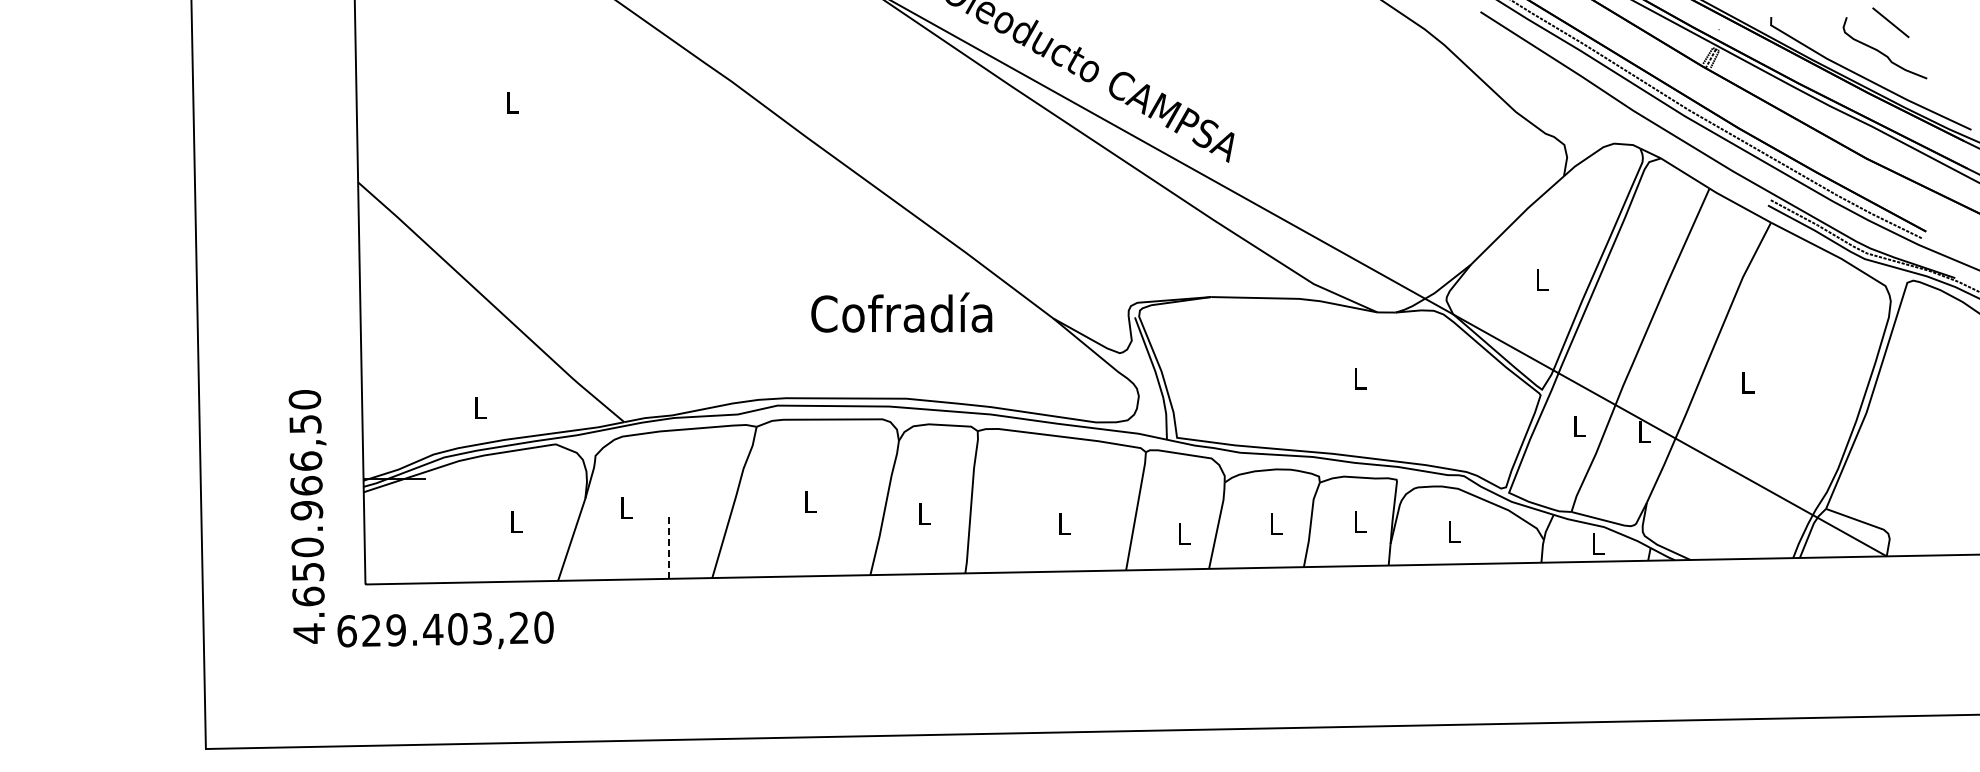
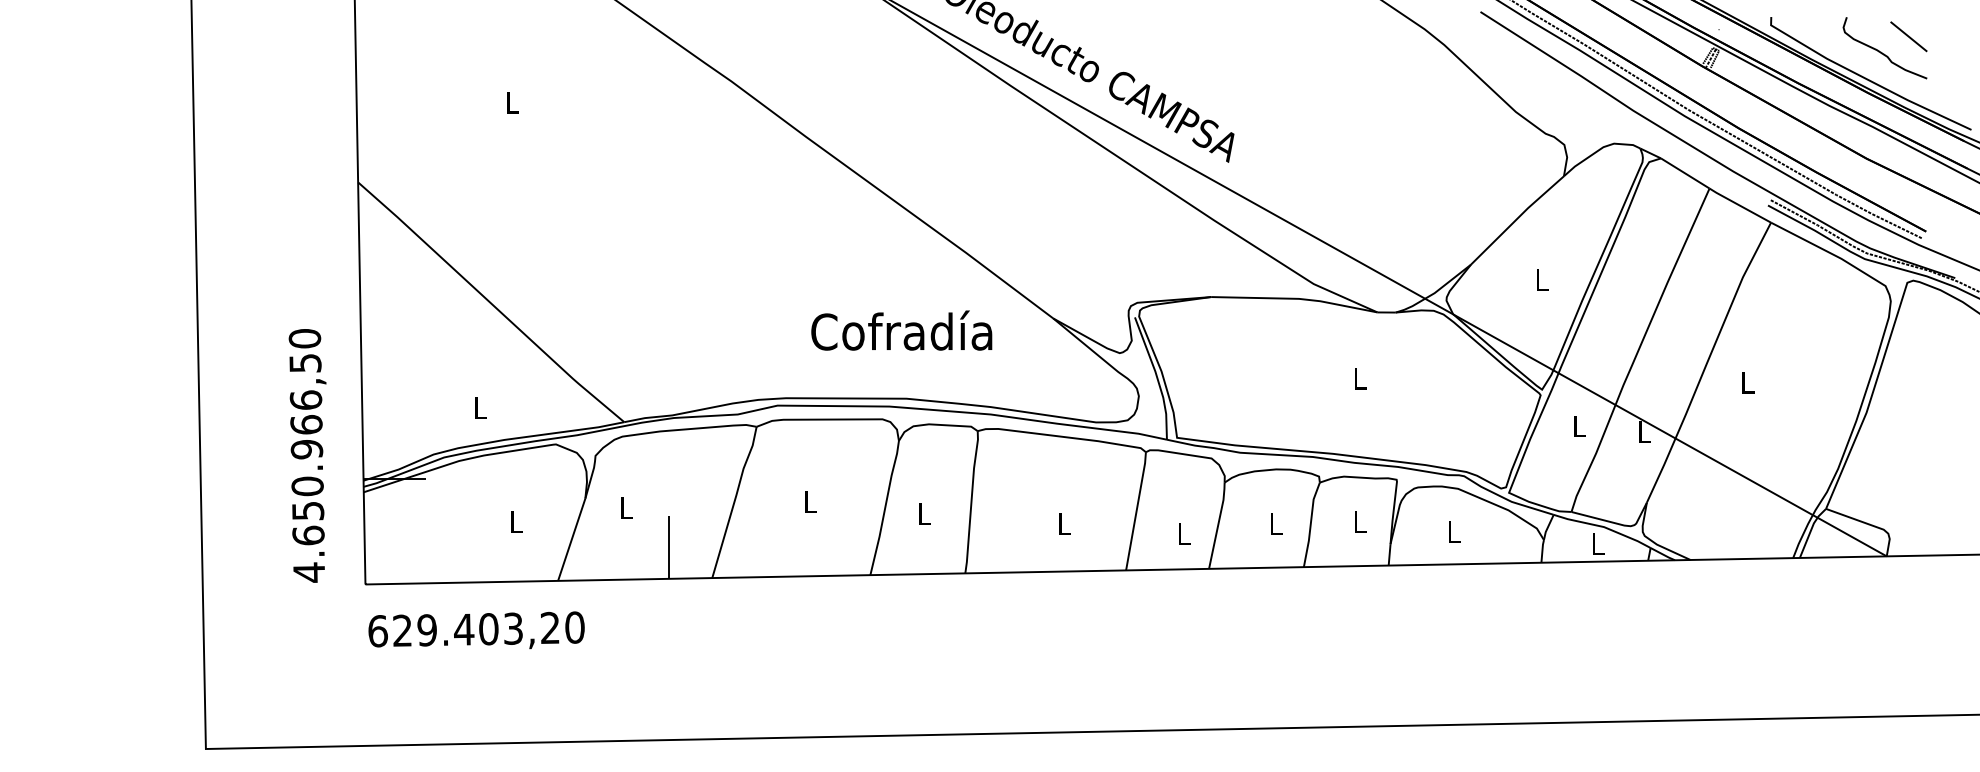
line at (1890, 22) position: (1890, 22) -> (1908, 36)
text at (901, 312) position: (901, 312) -> (901, 330)
text at (307, 516) position: (307, 516) -> (307, 455)
line at (669, 546): dashed -> solid
text at (445, 630) position: (445, 630) -> (476, 630)
